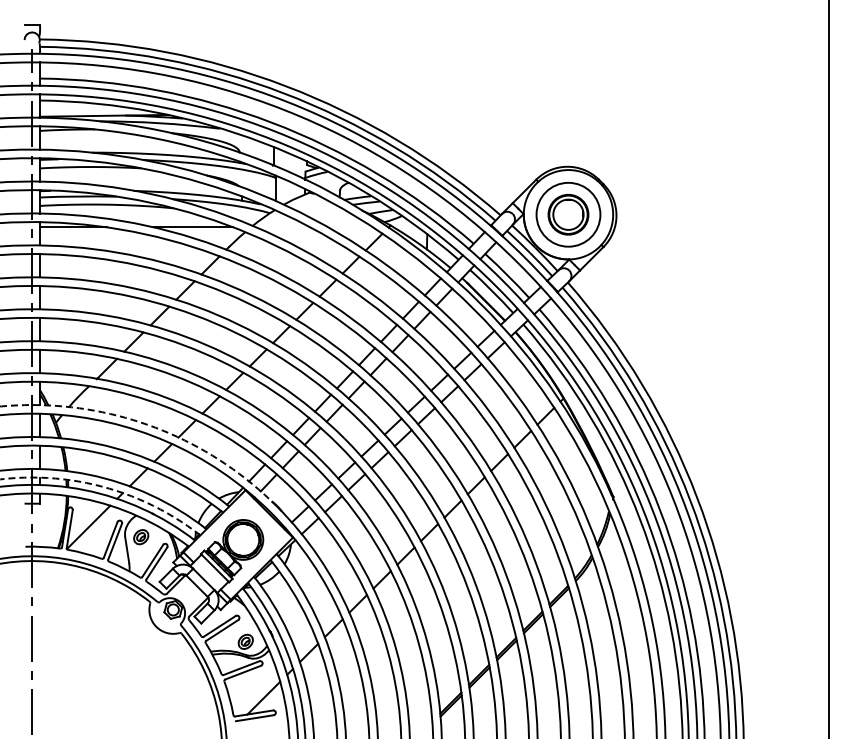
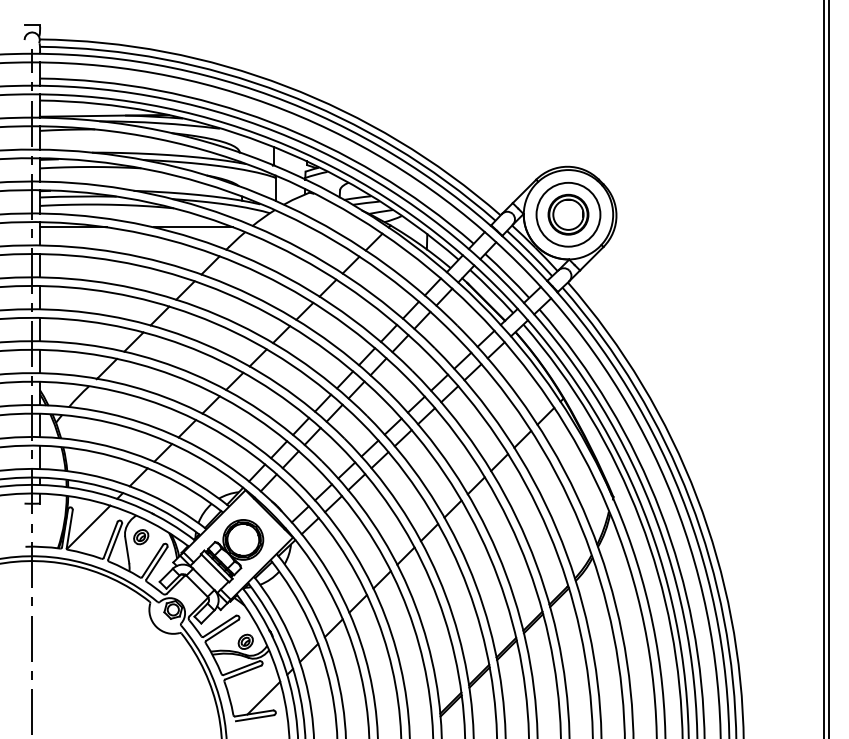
line at (823, 368): none -> present
arc at (149, 425): dashed -> solid
arc at (105, 487): dashed -> solid
